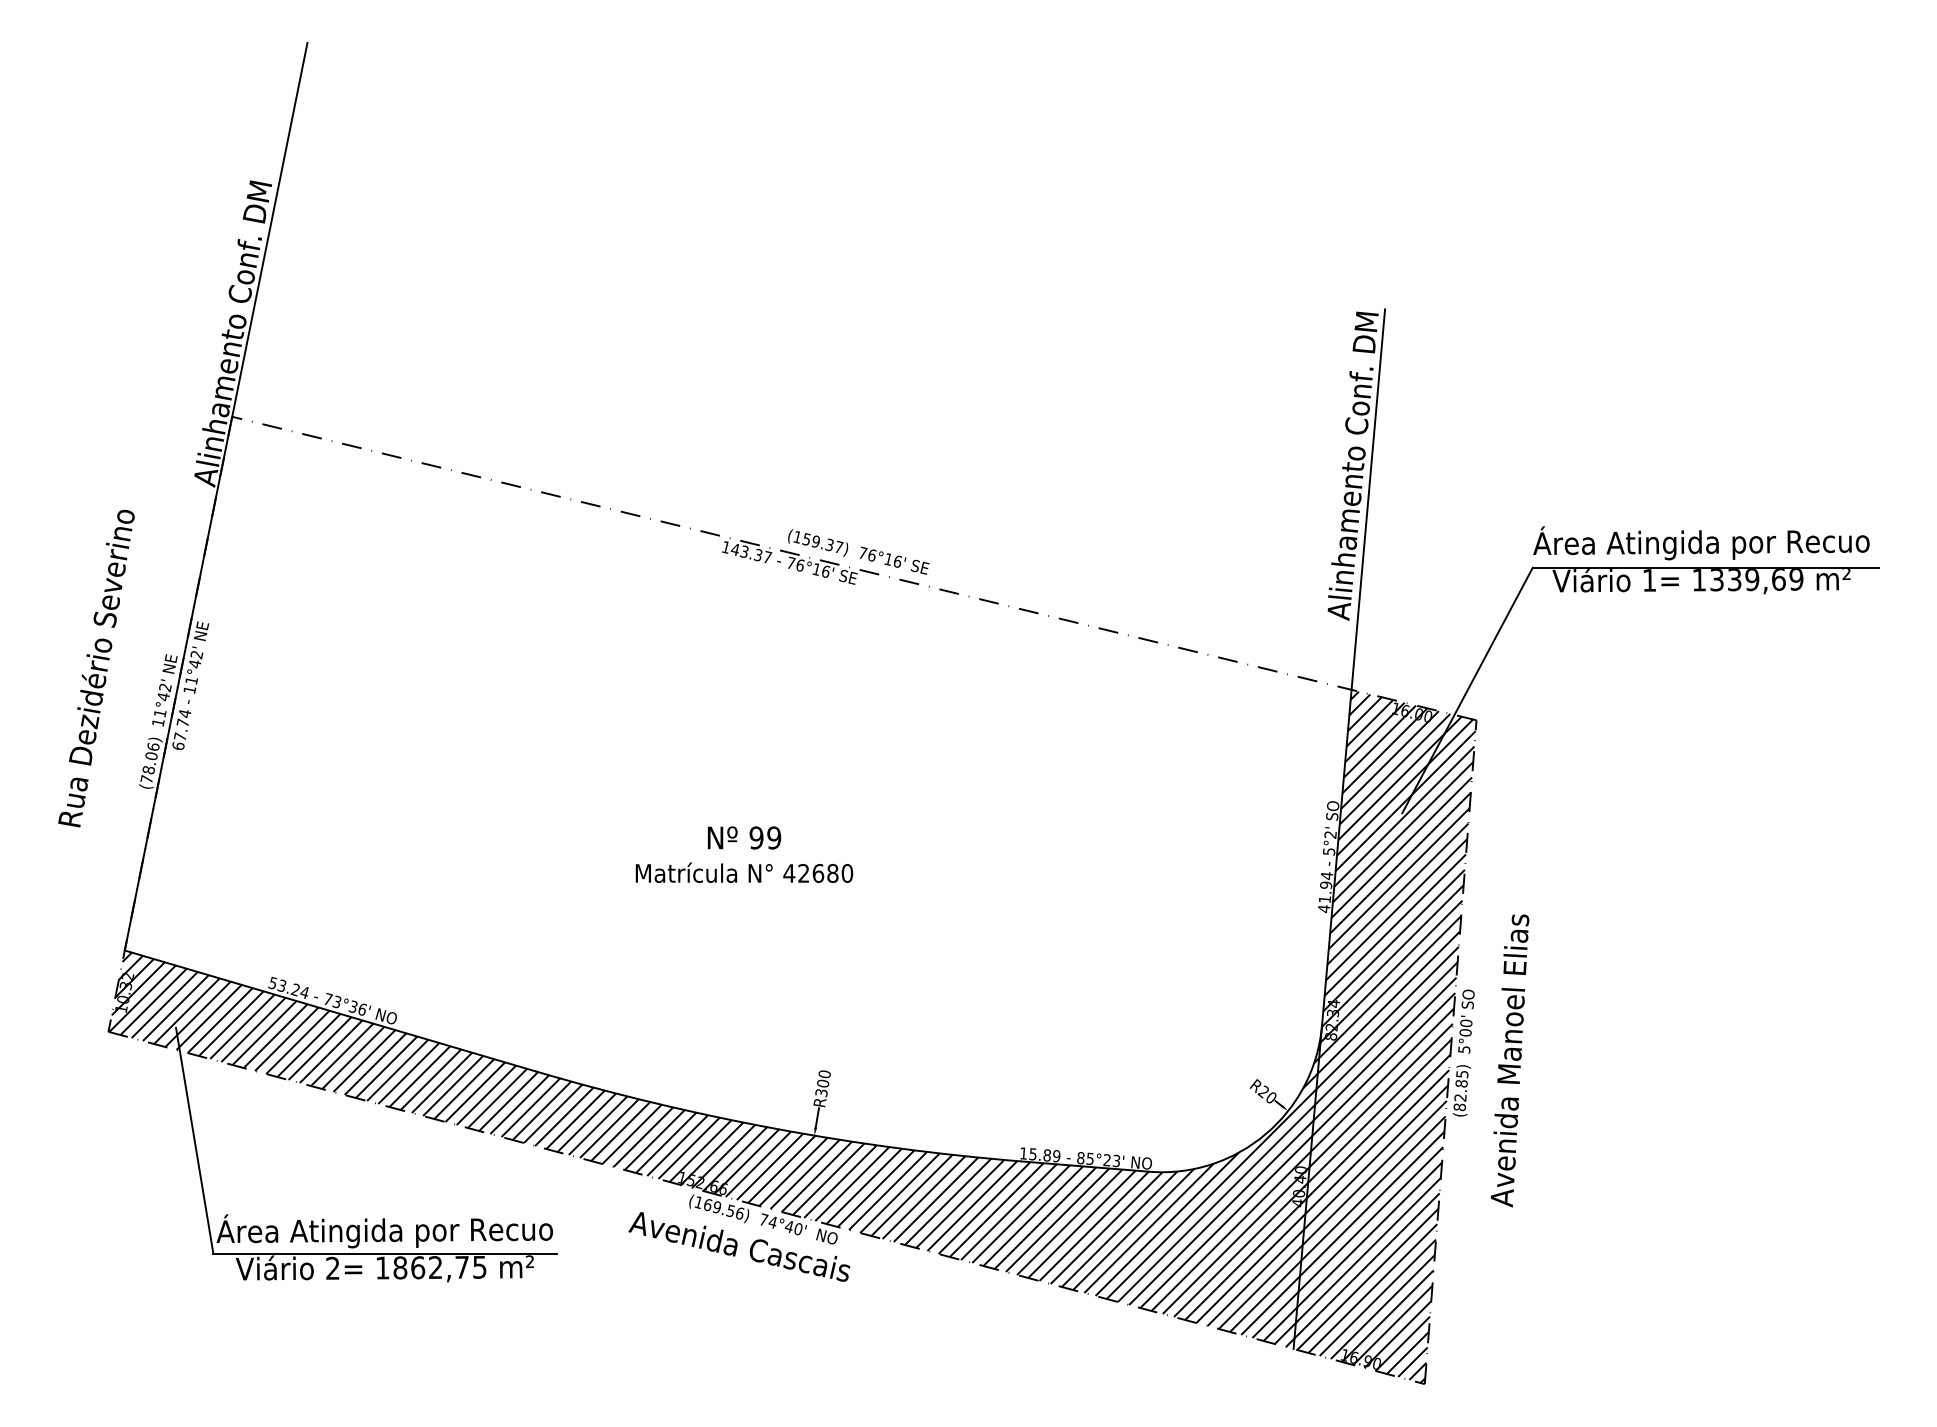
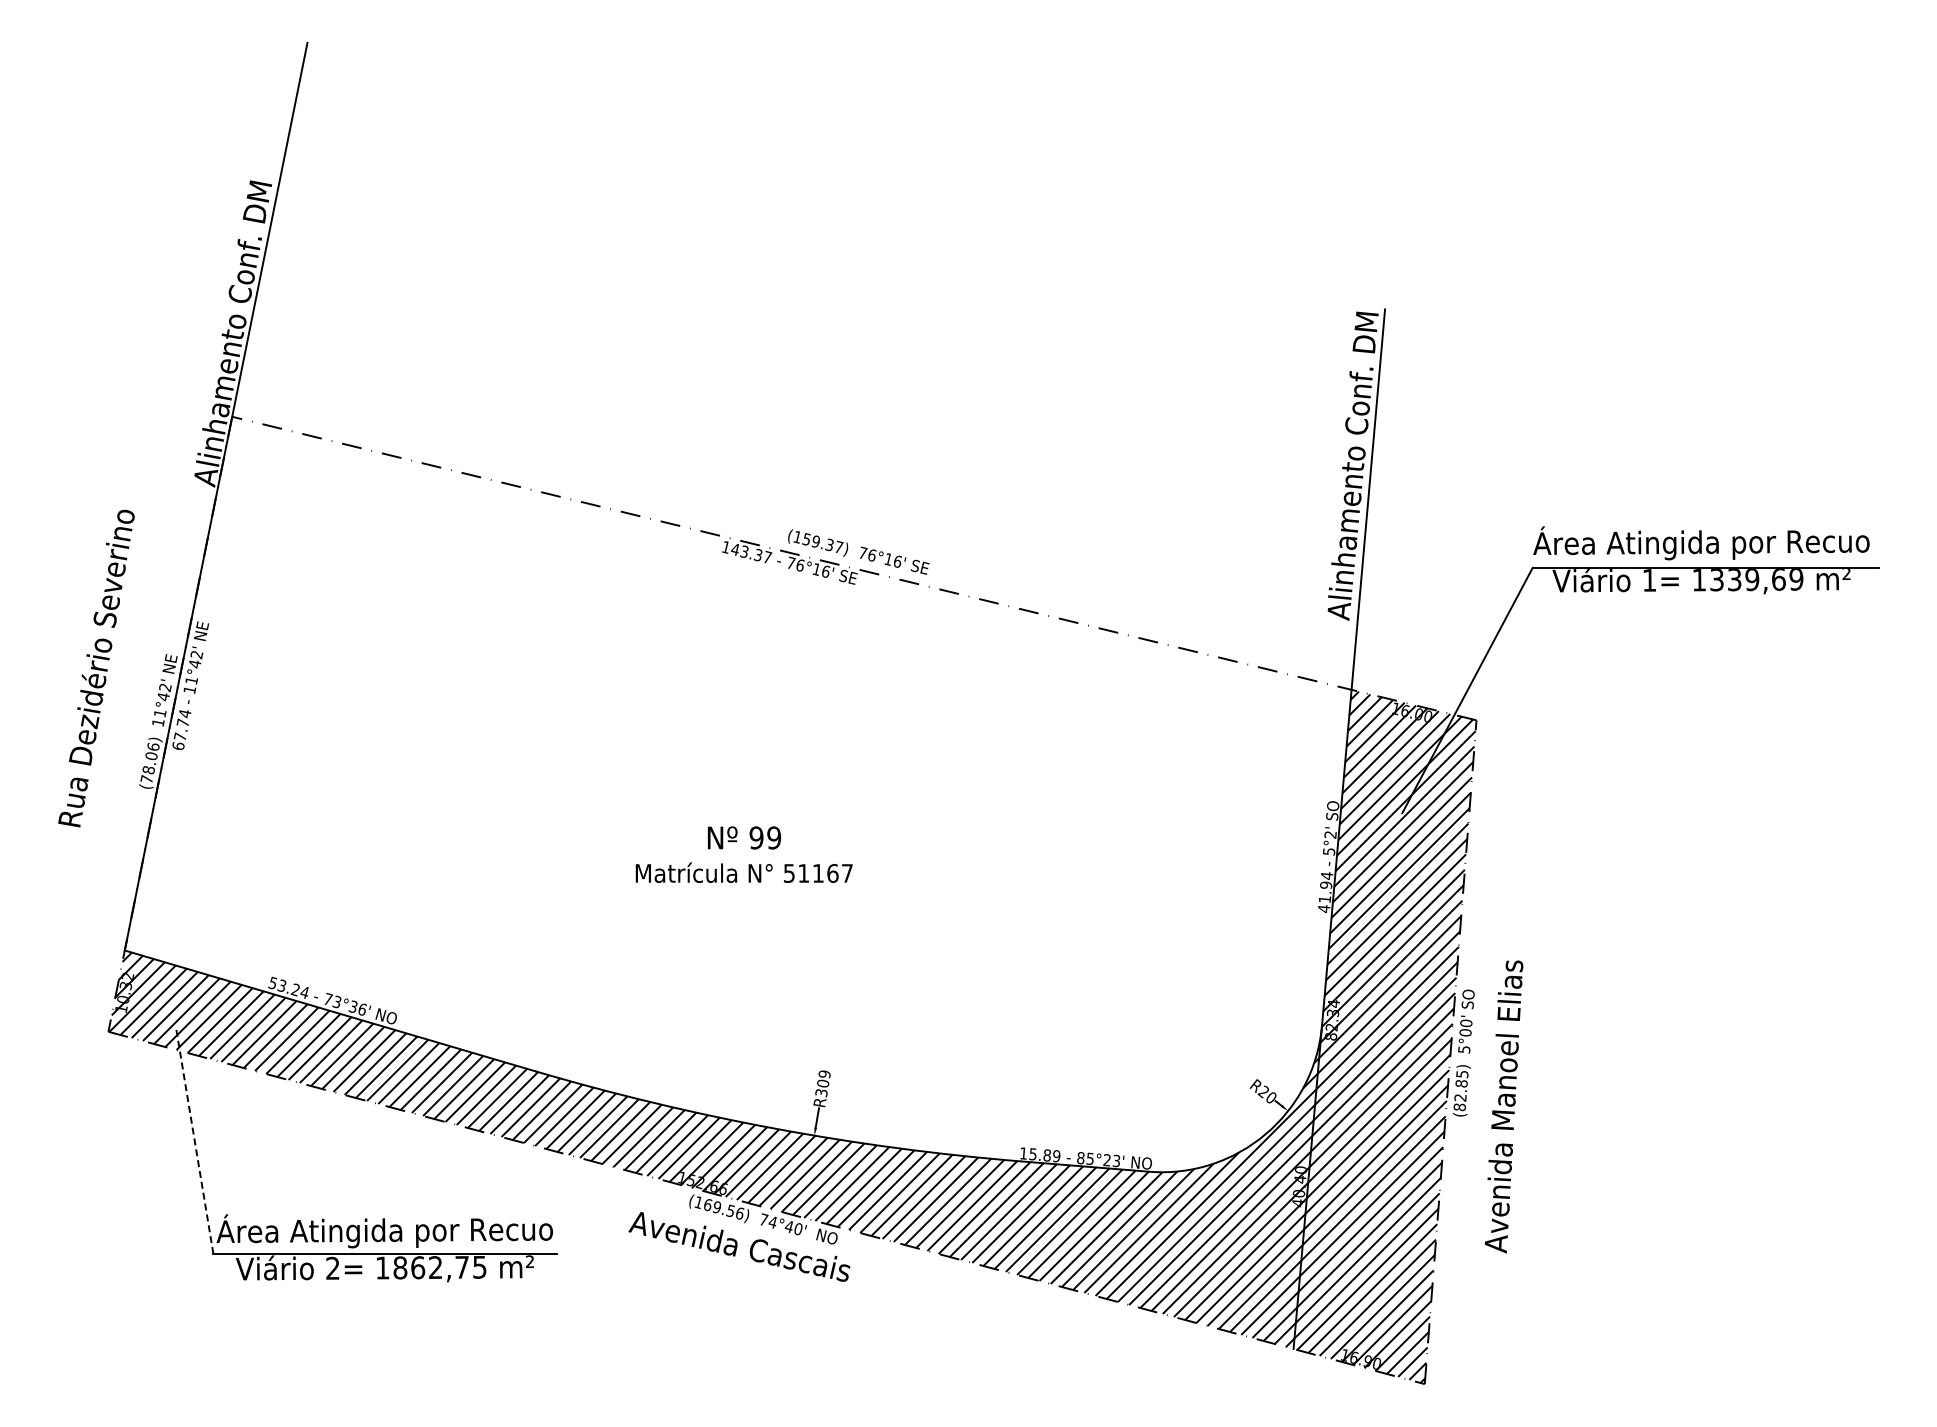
text at (818, 873): 42680 -> 51167
text at (1510, 1060) position: (1510, 1060) -> (1504, 1106)
text at (824, 1074): R300 -> R309
line at (194, 1140): solid -> dashed
